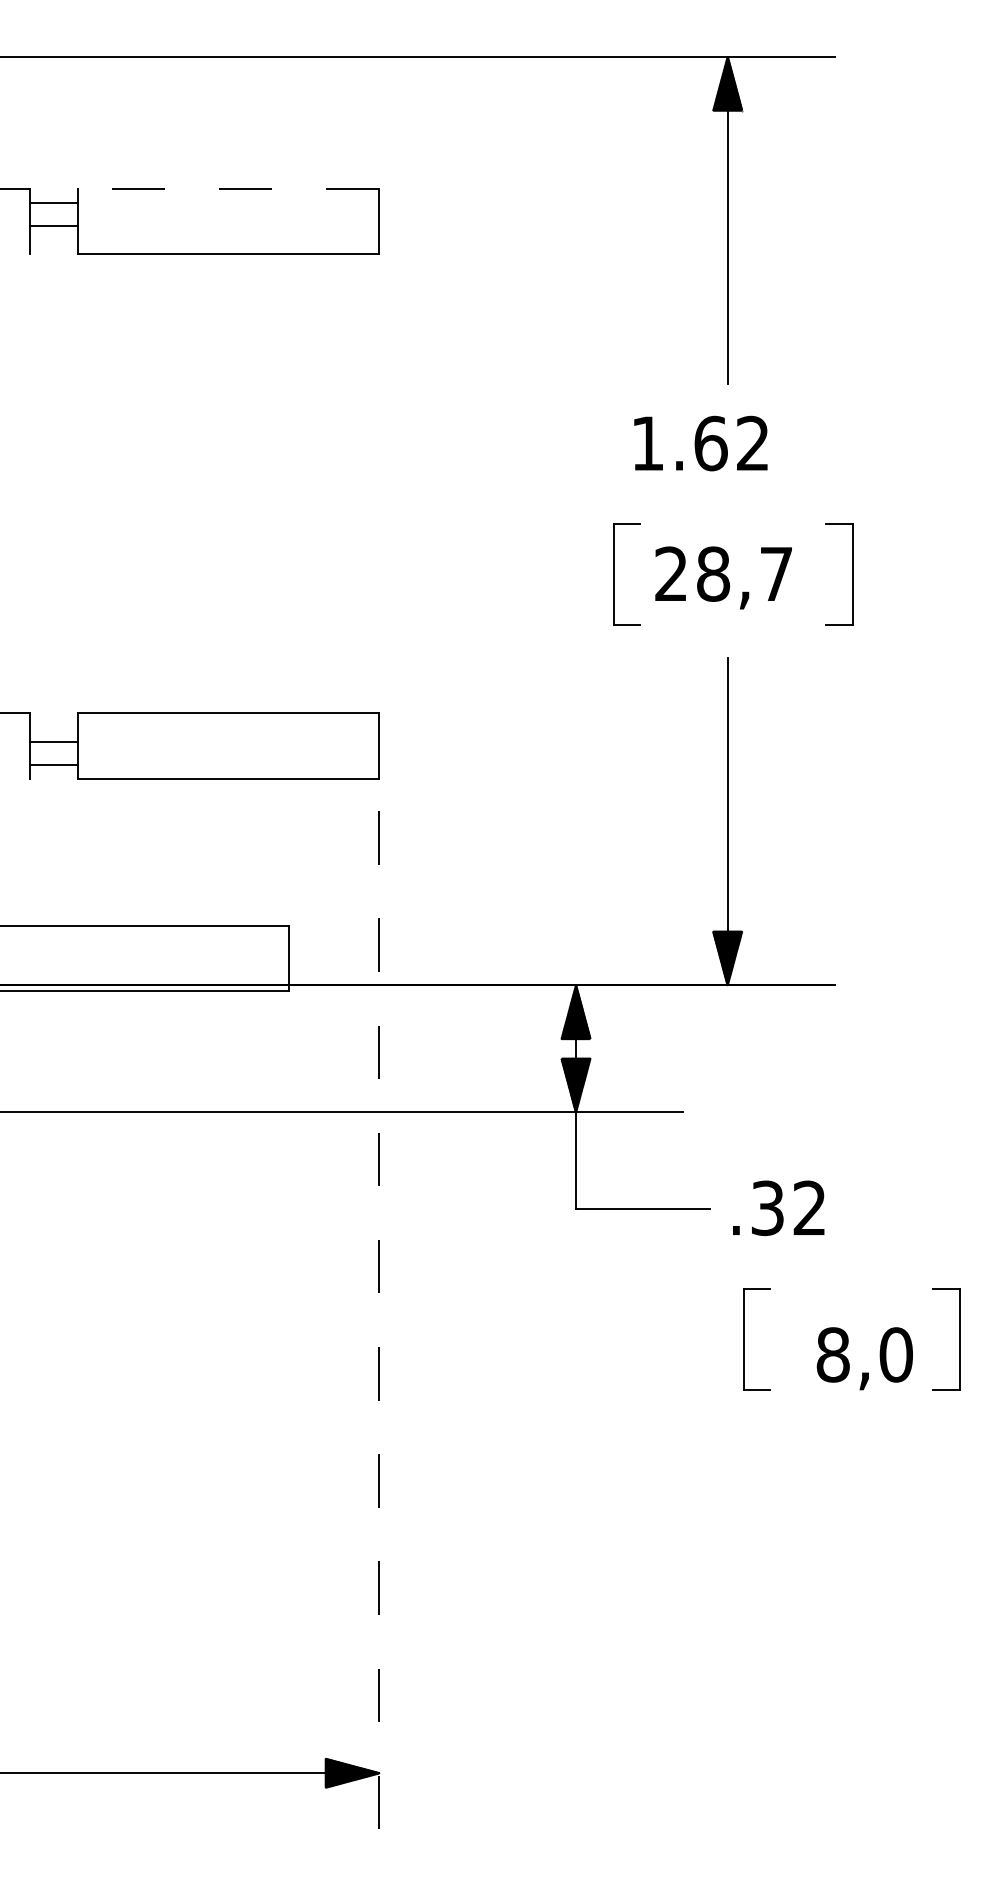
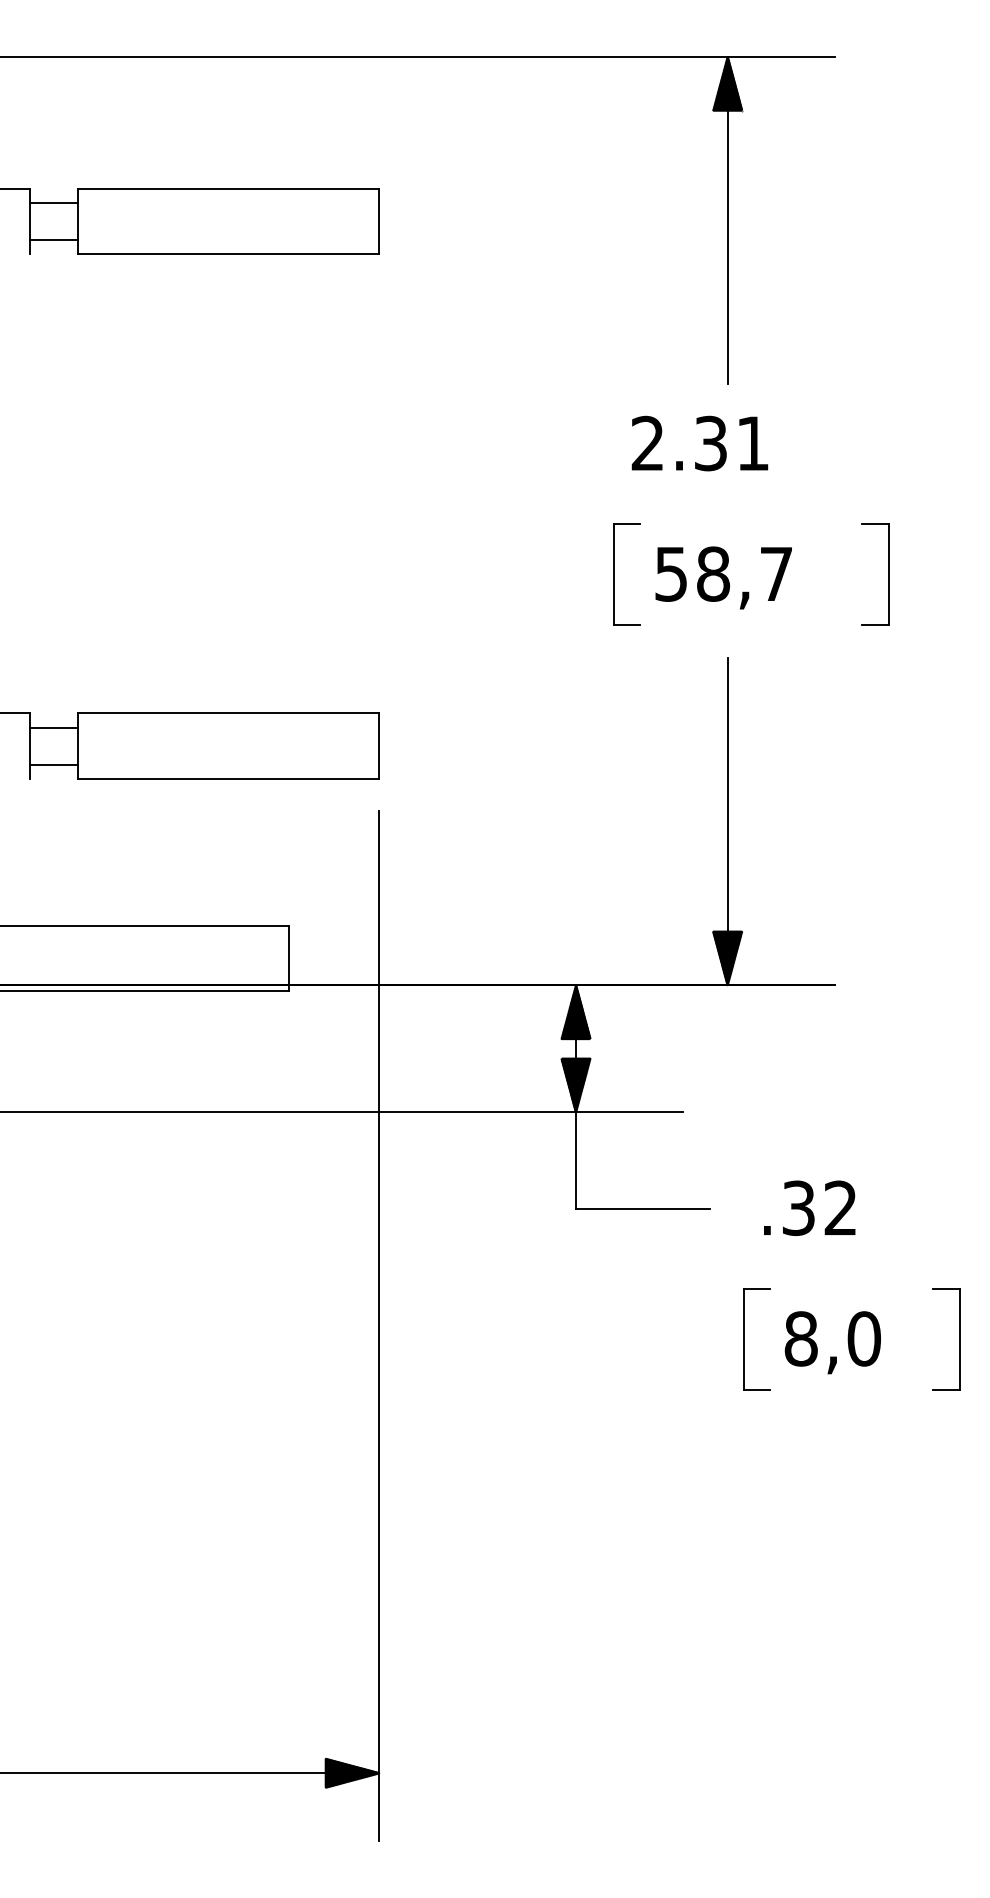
line at (228, 188): dashed -> solid
line at (53, 225) position: (53, 225) -> (53, 239)
text at (699, 443): 1.62 -> 2.31
text at (670, 573): 28,7 -> 58,7
part at (852, 574) position: (852, 574) -> (888, 574)
line at (53, 741) position: (53, 741) -> (53, 727)
text at (778, 1207) position: (778, 1207) -> (809, 1207)
line at (379, 1326): dashed -> solid
text at (864, 1358) position: (864, 1358) -> (832, 1342)
